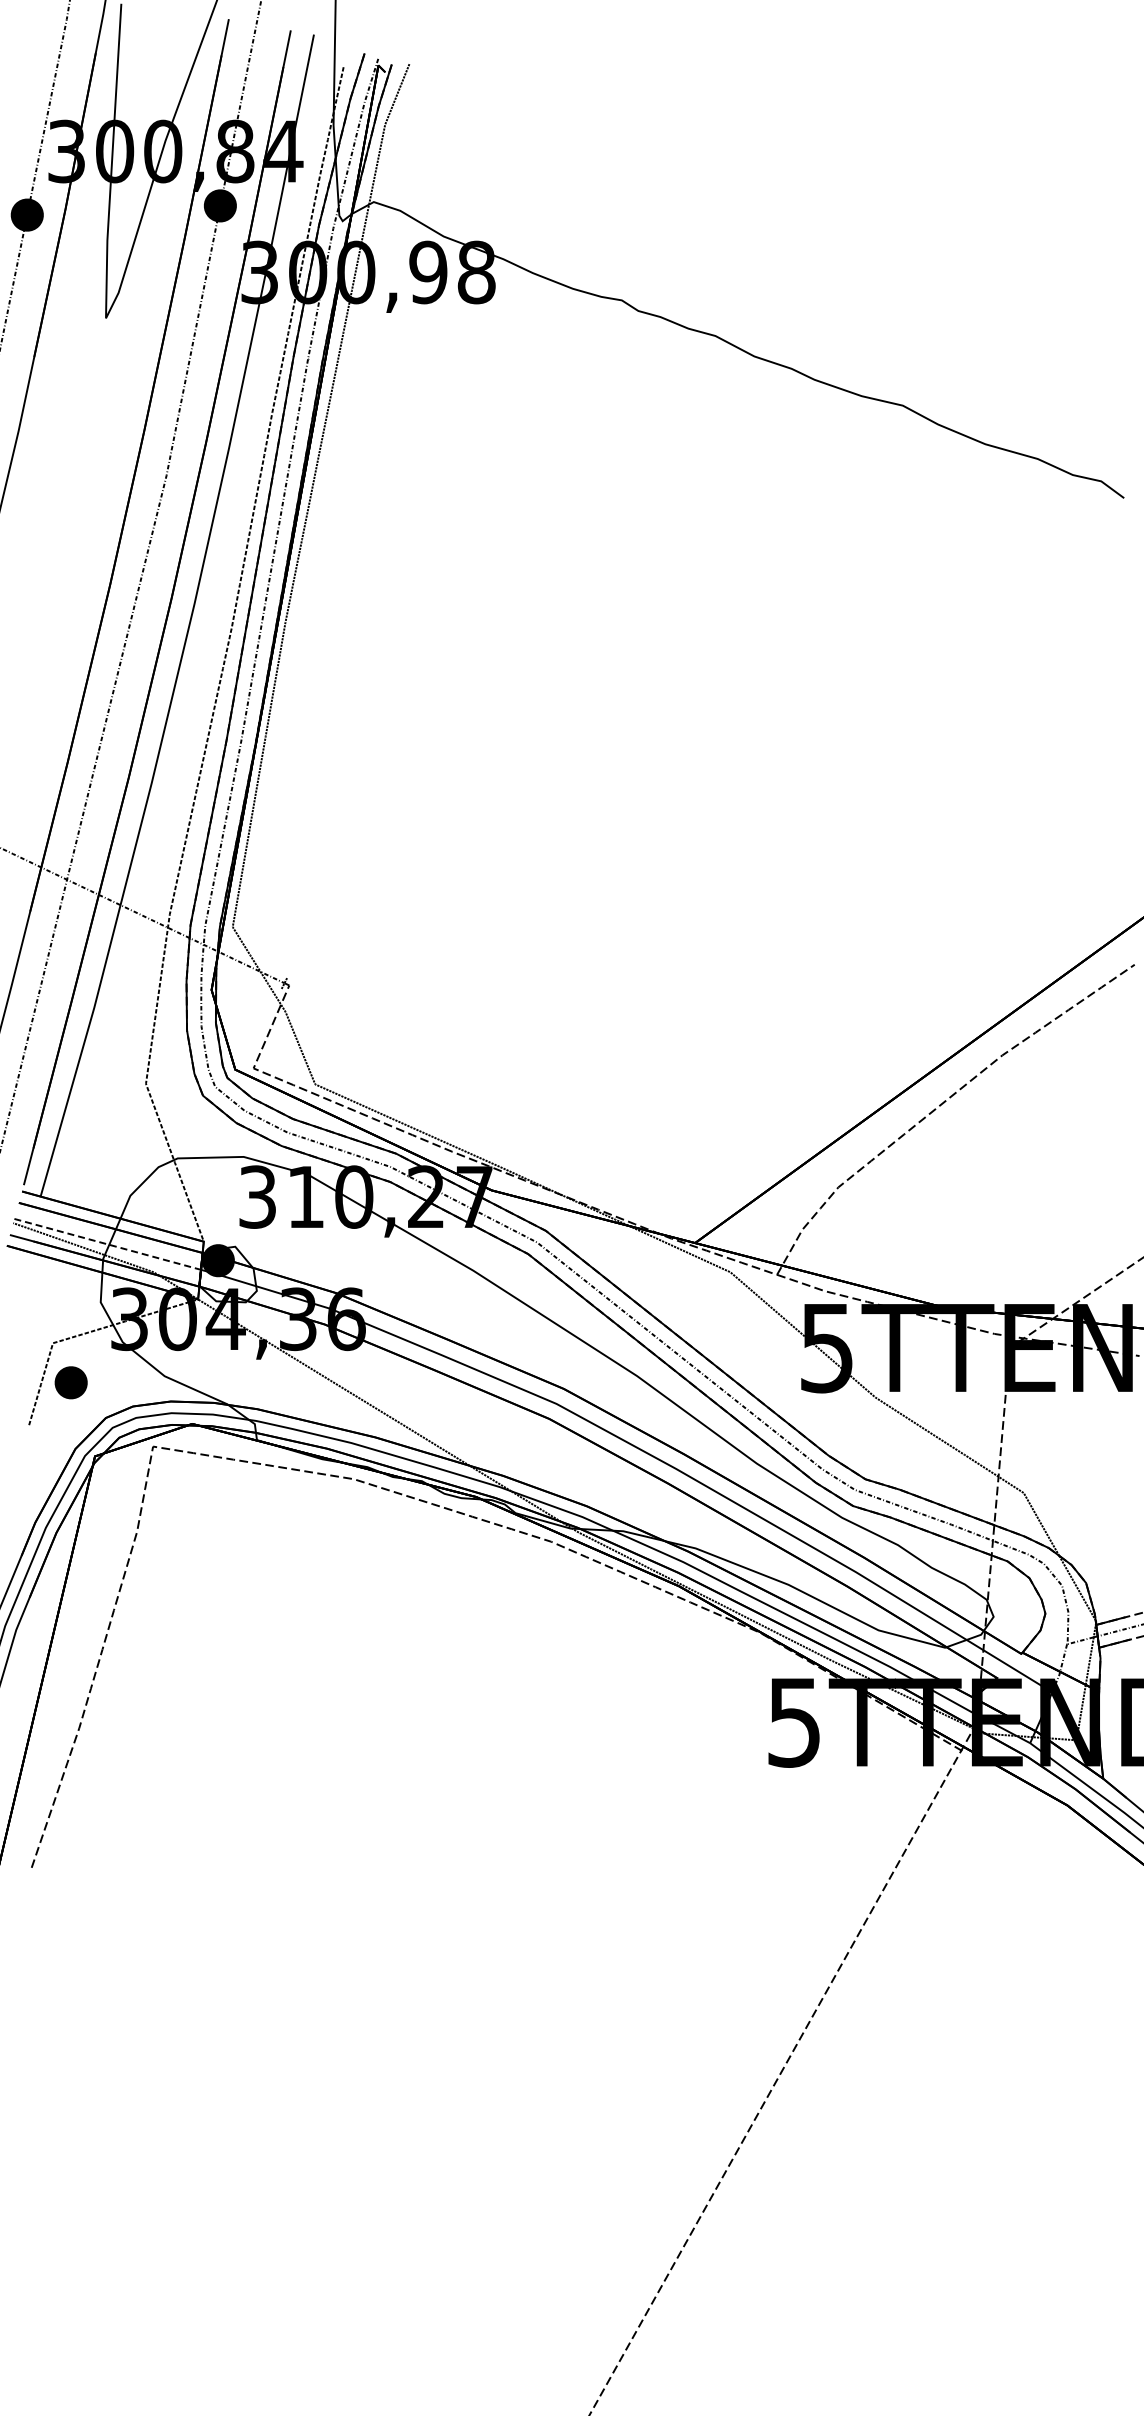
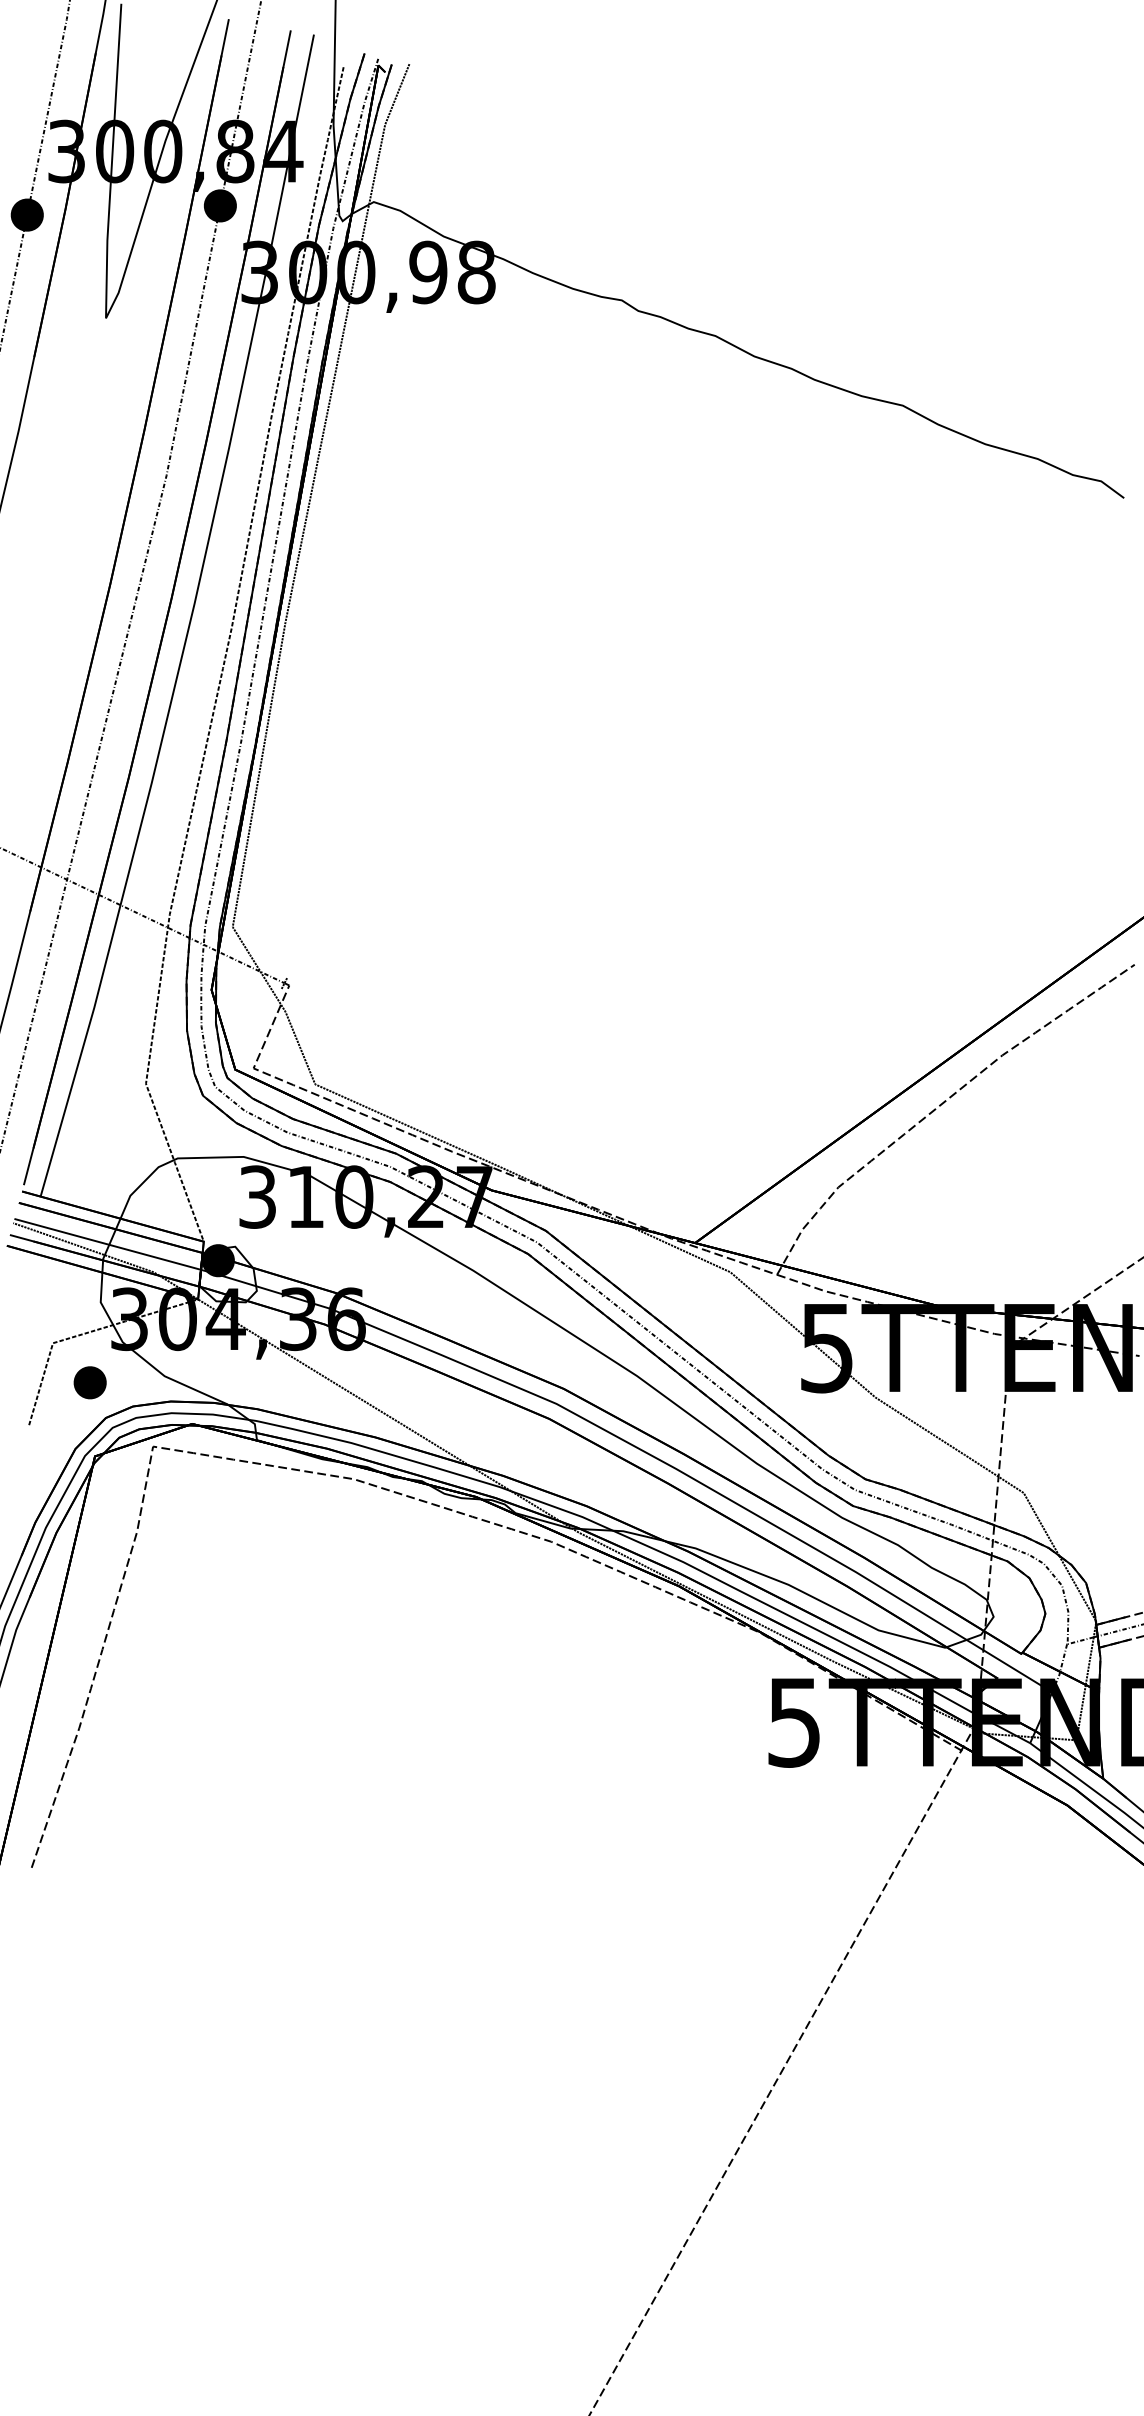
line at (107, 1244): dashed -> solid
part at (70, 1382) position: (70, 1382) -> (89, 1382)
